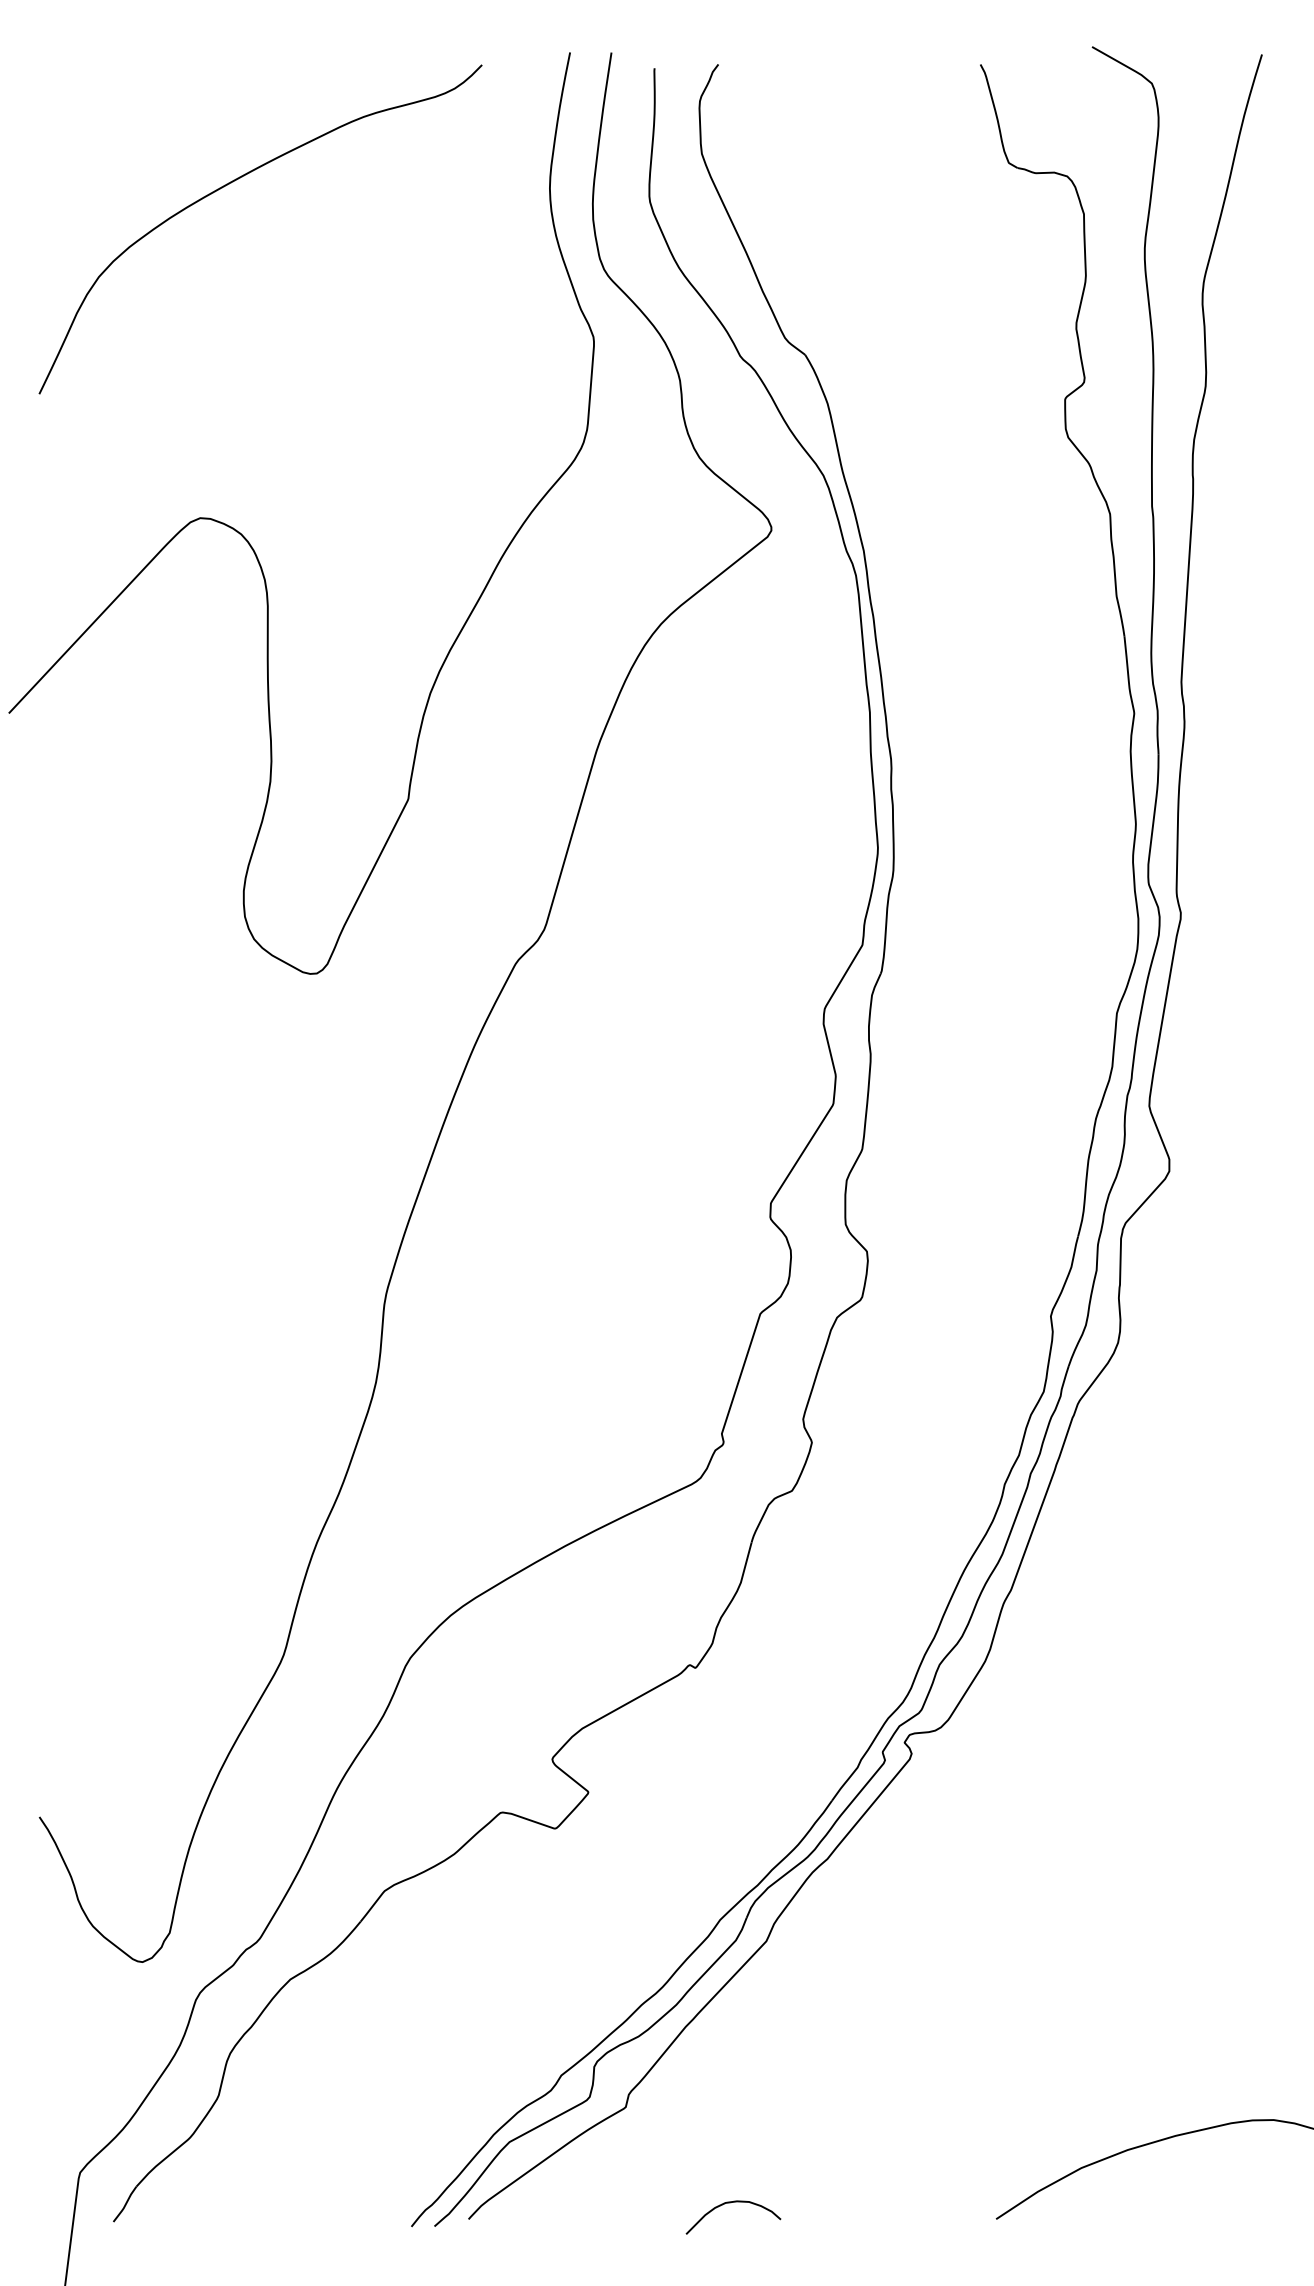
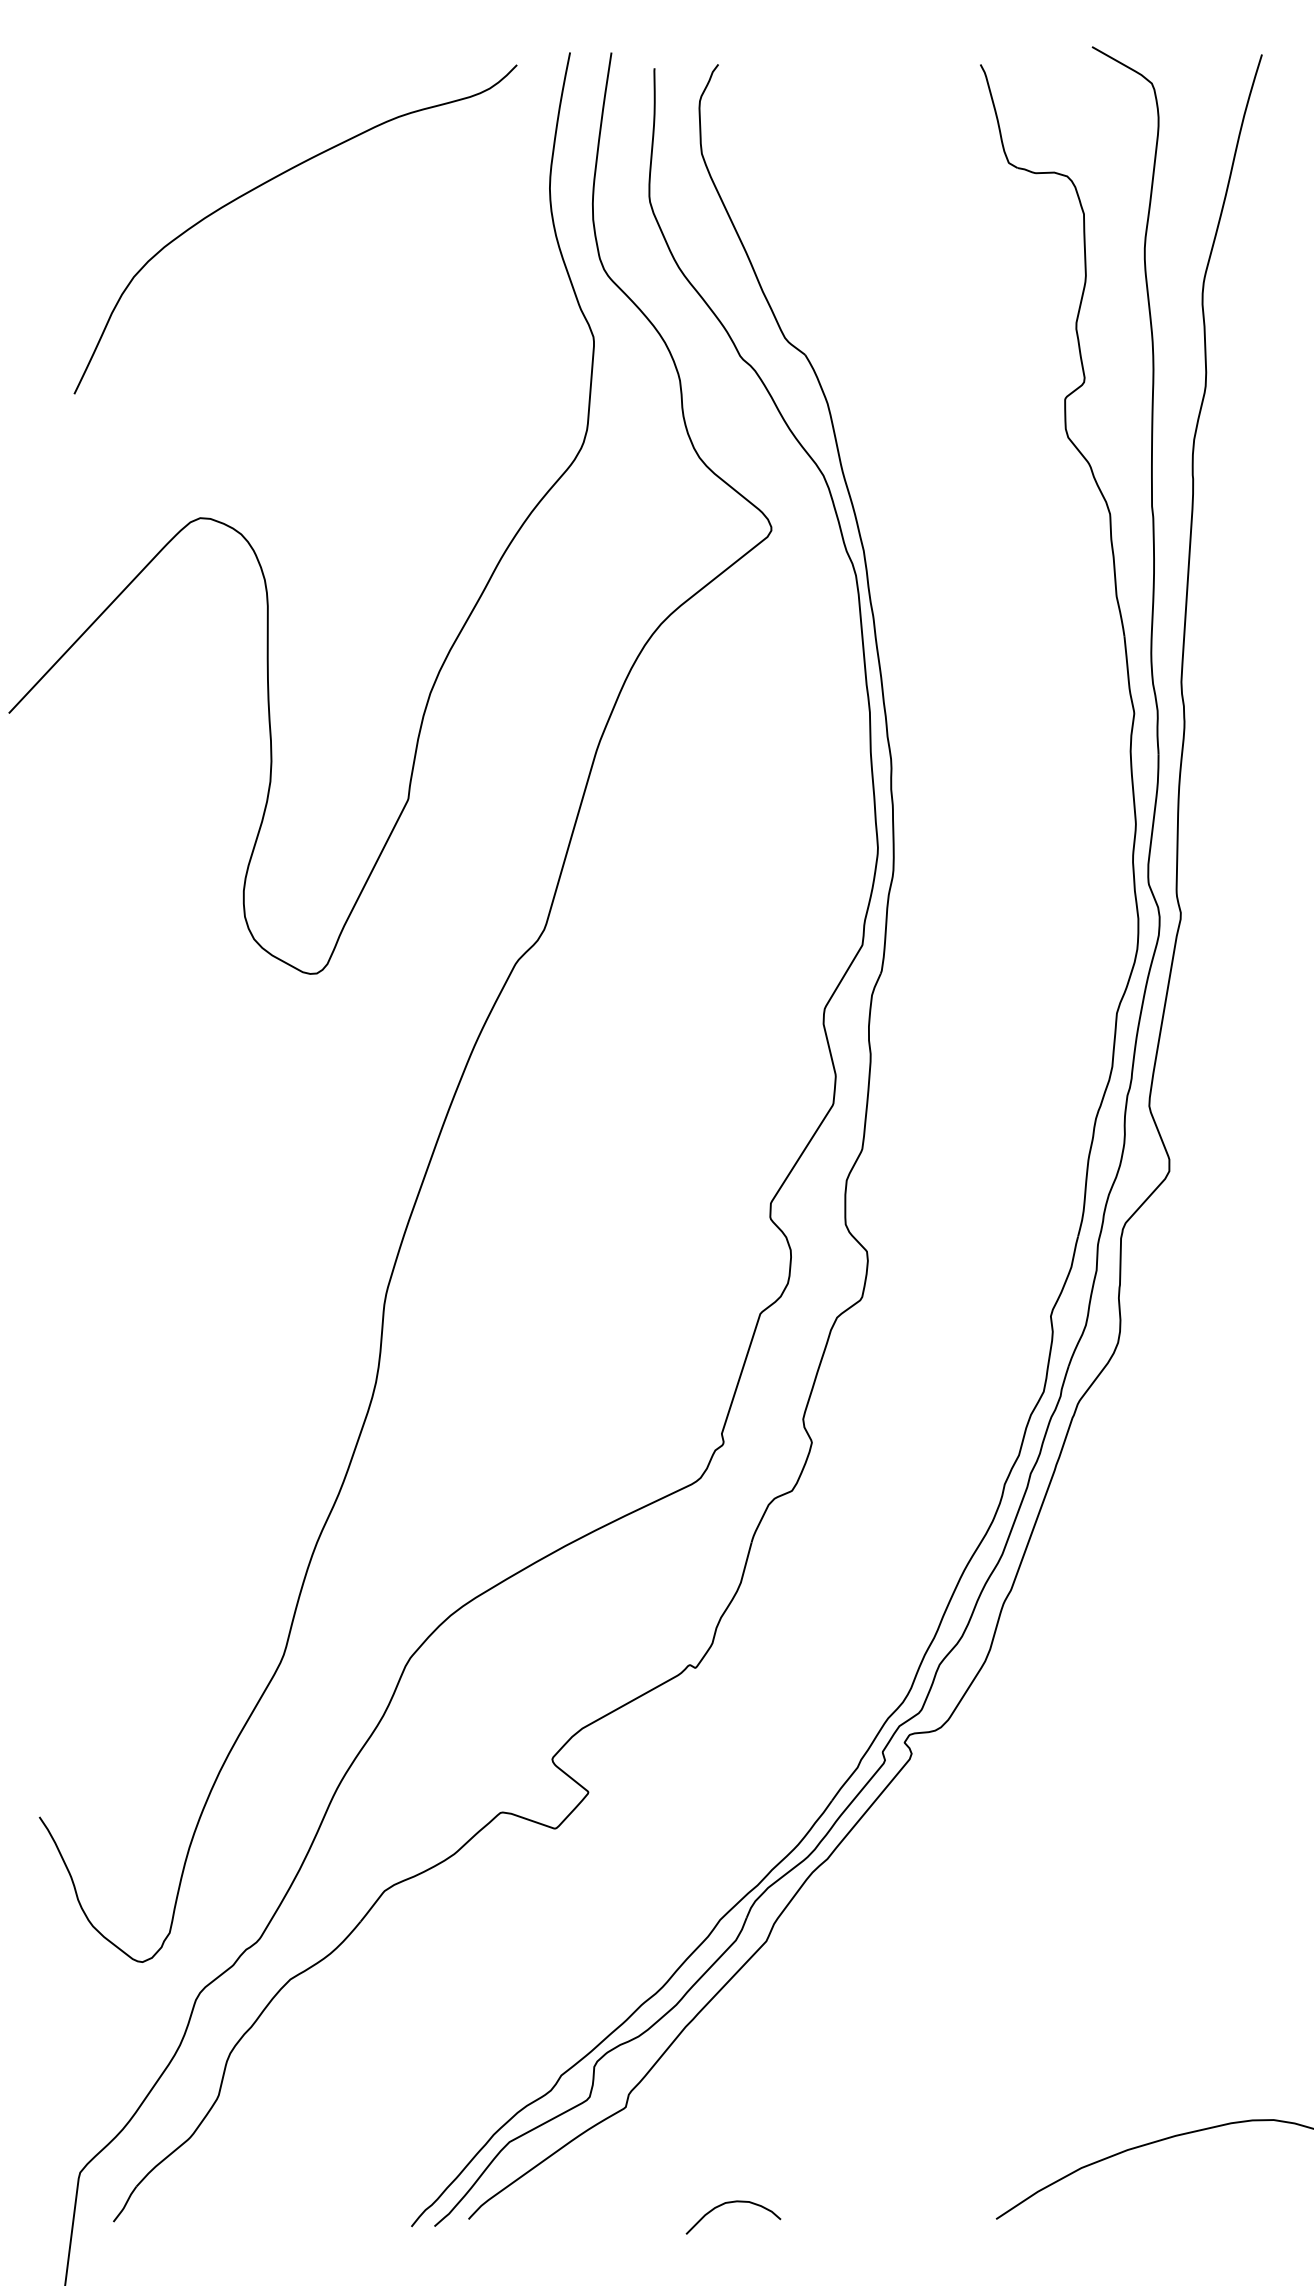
curve at (233, 182) position: (233, 182) -> (268, 182)
